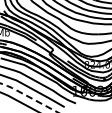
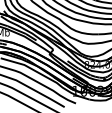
line at (28, 96): dashed -> solid
